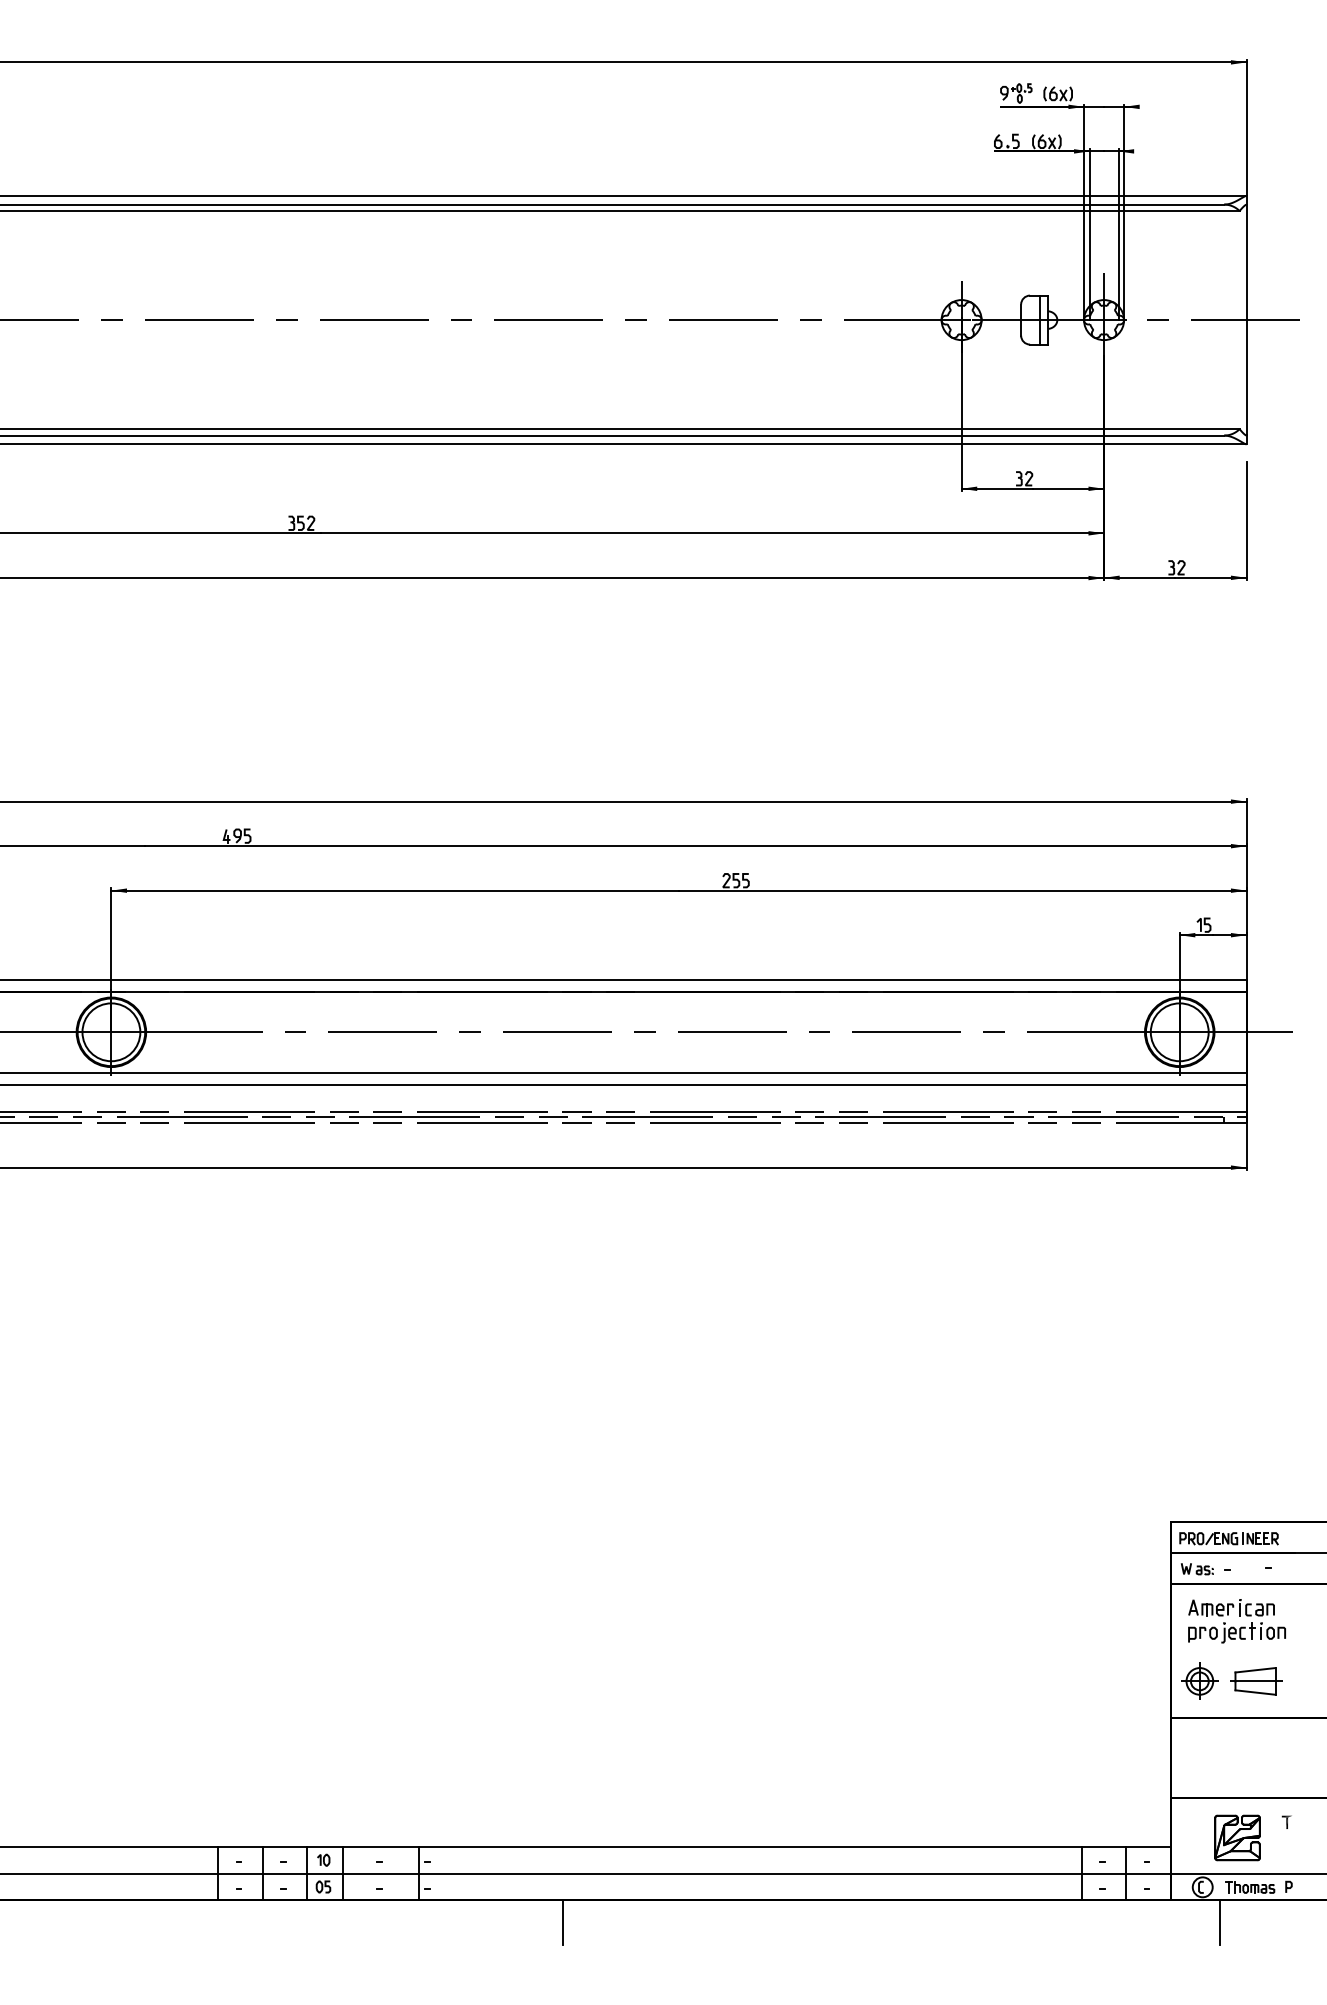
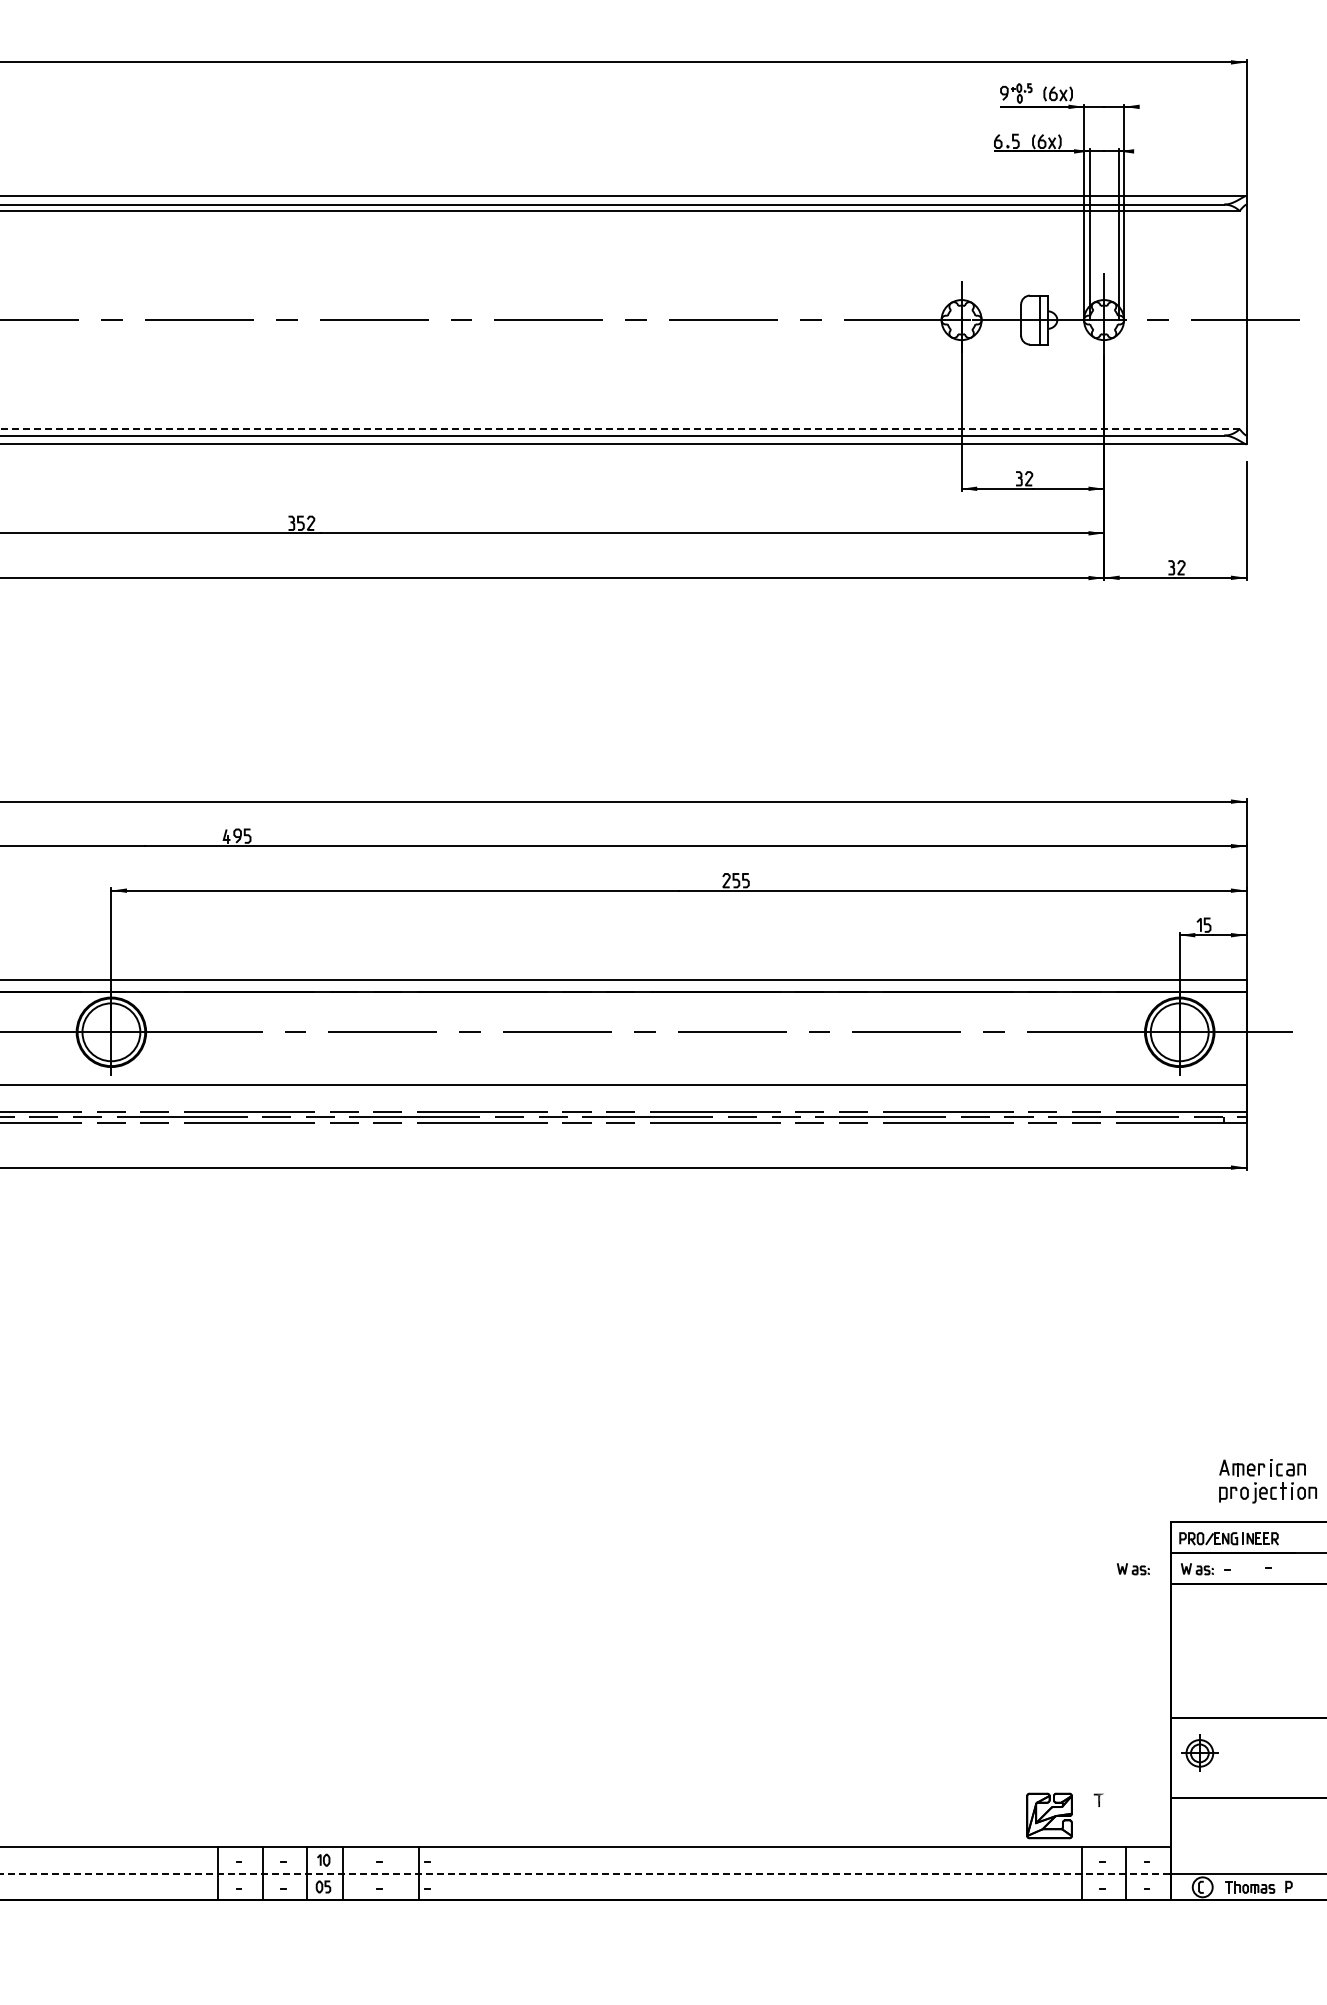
line at (619, 429): solid -> dashed
line at (624, 1072): present -> none
part at (1133, 1569): none -> present
part at (1236, 1621) position: (1236, 1621) -> (1267, 1481)
part at (1199, 1680) position: (1199, 1680) -> (1199, 1752)
part at (1256, 1681): present -> none
part at (1252, 1837) position: (1252, 1837) -> (1064, 1815)
line at (585, 1873): solid -> dashed
line at (563, 1922): present -> none
line at (1219, 1922): present -> none
